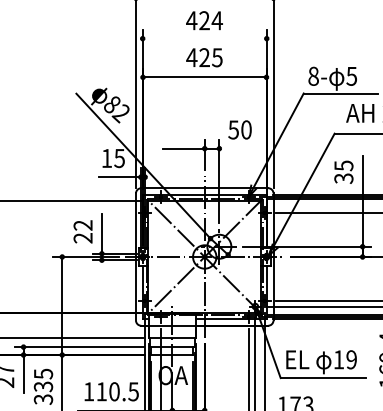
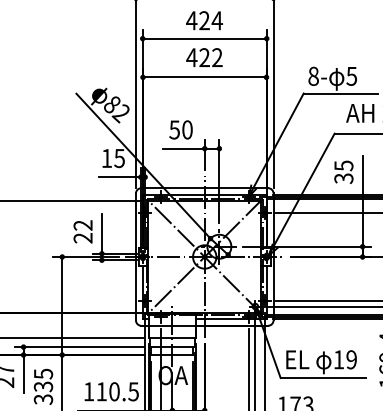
line at (204, 38): none -> present
text at (217, 57): 425 -> 422
text at (239, 129) position: (239, 129) -> (180, 129)
